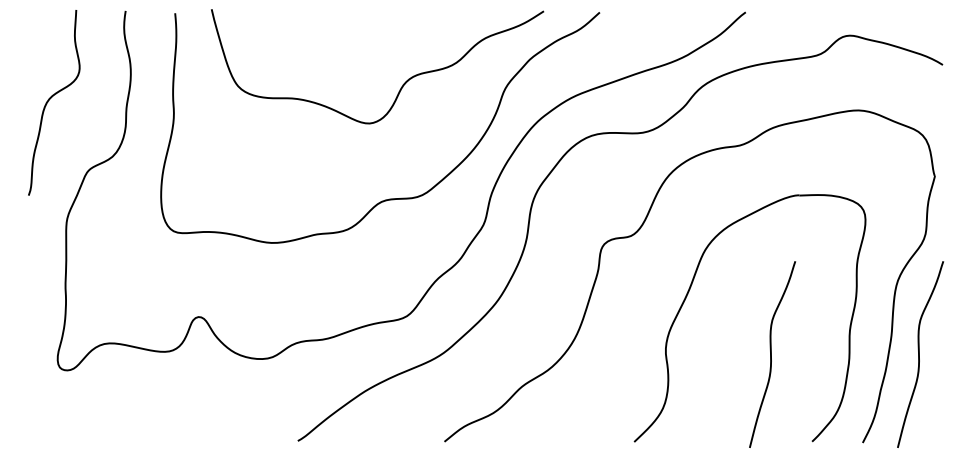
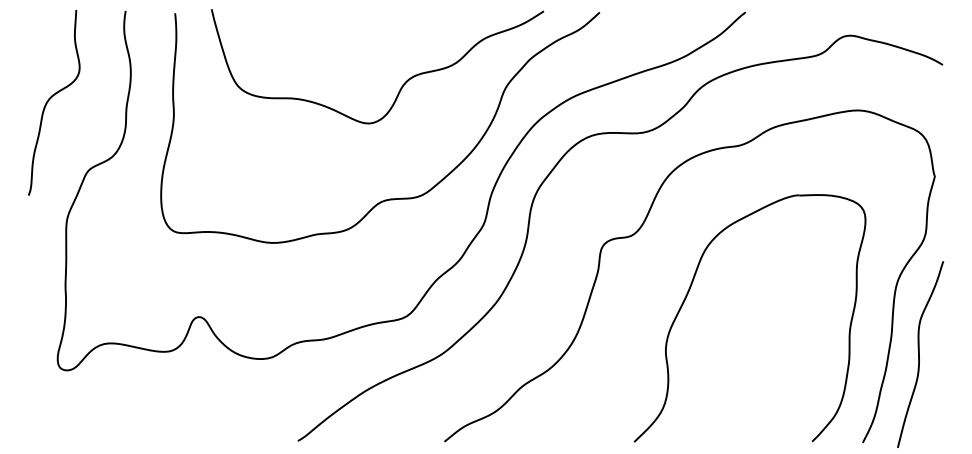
curve at (771, 354): present -> none
